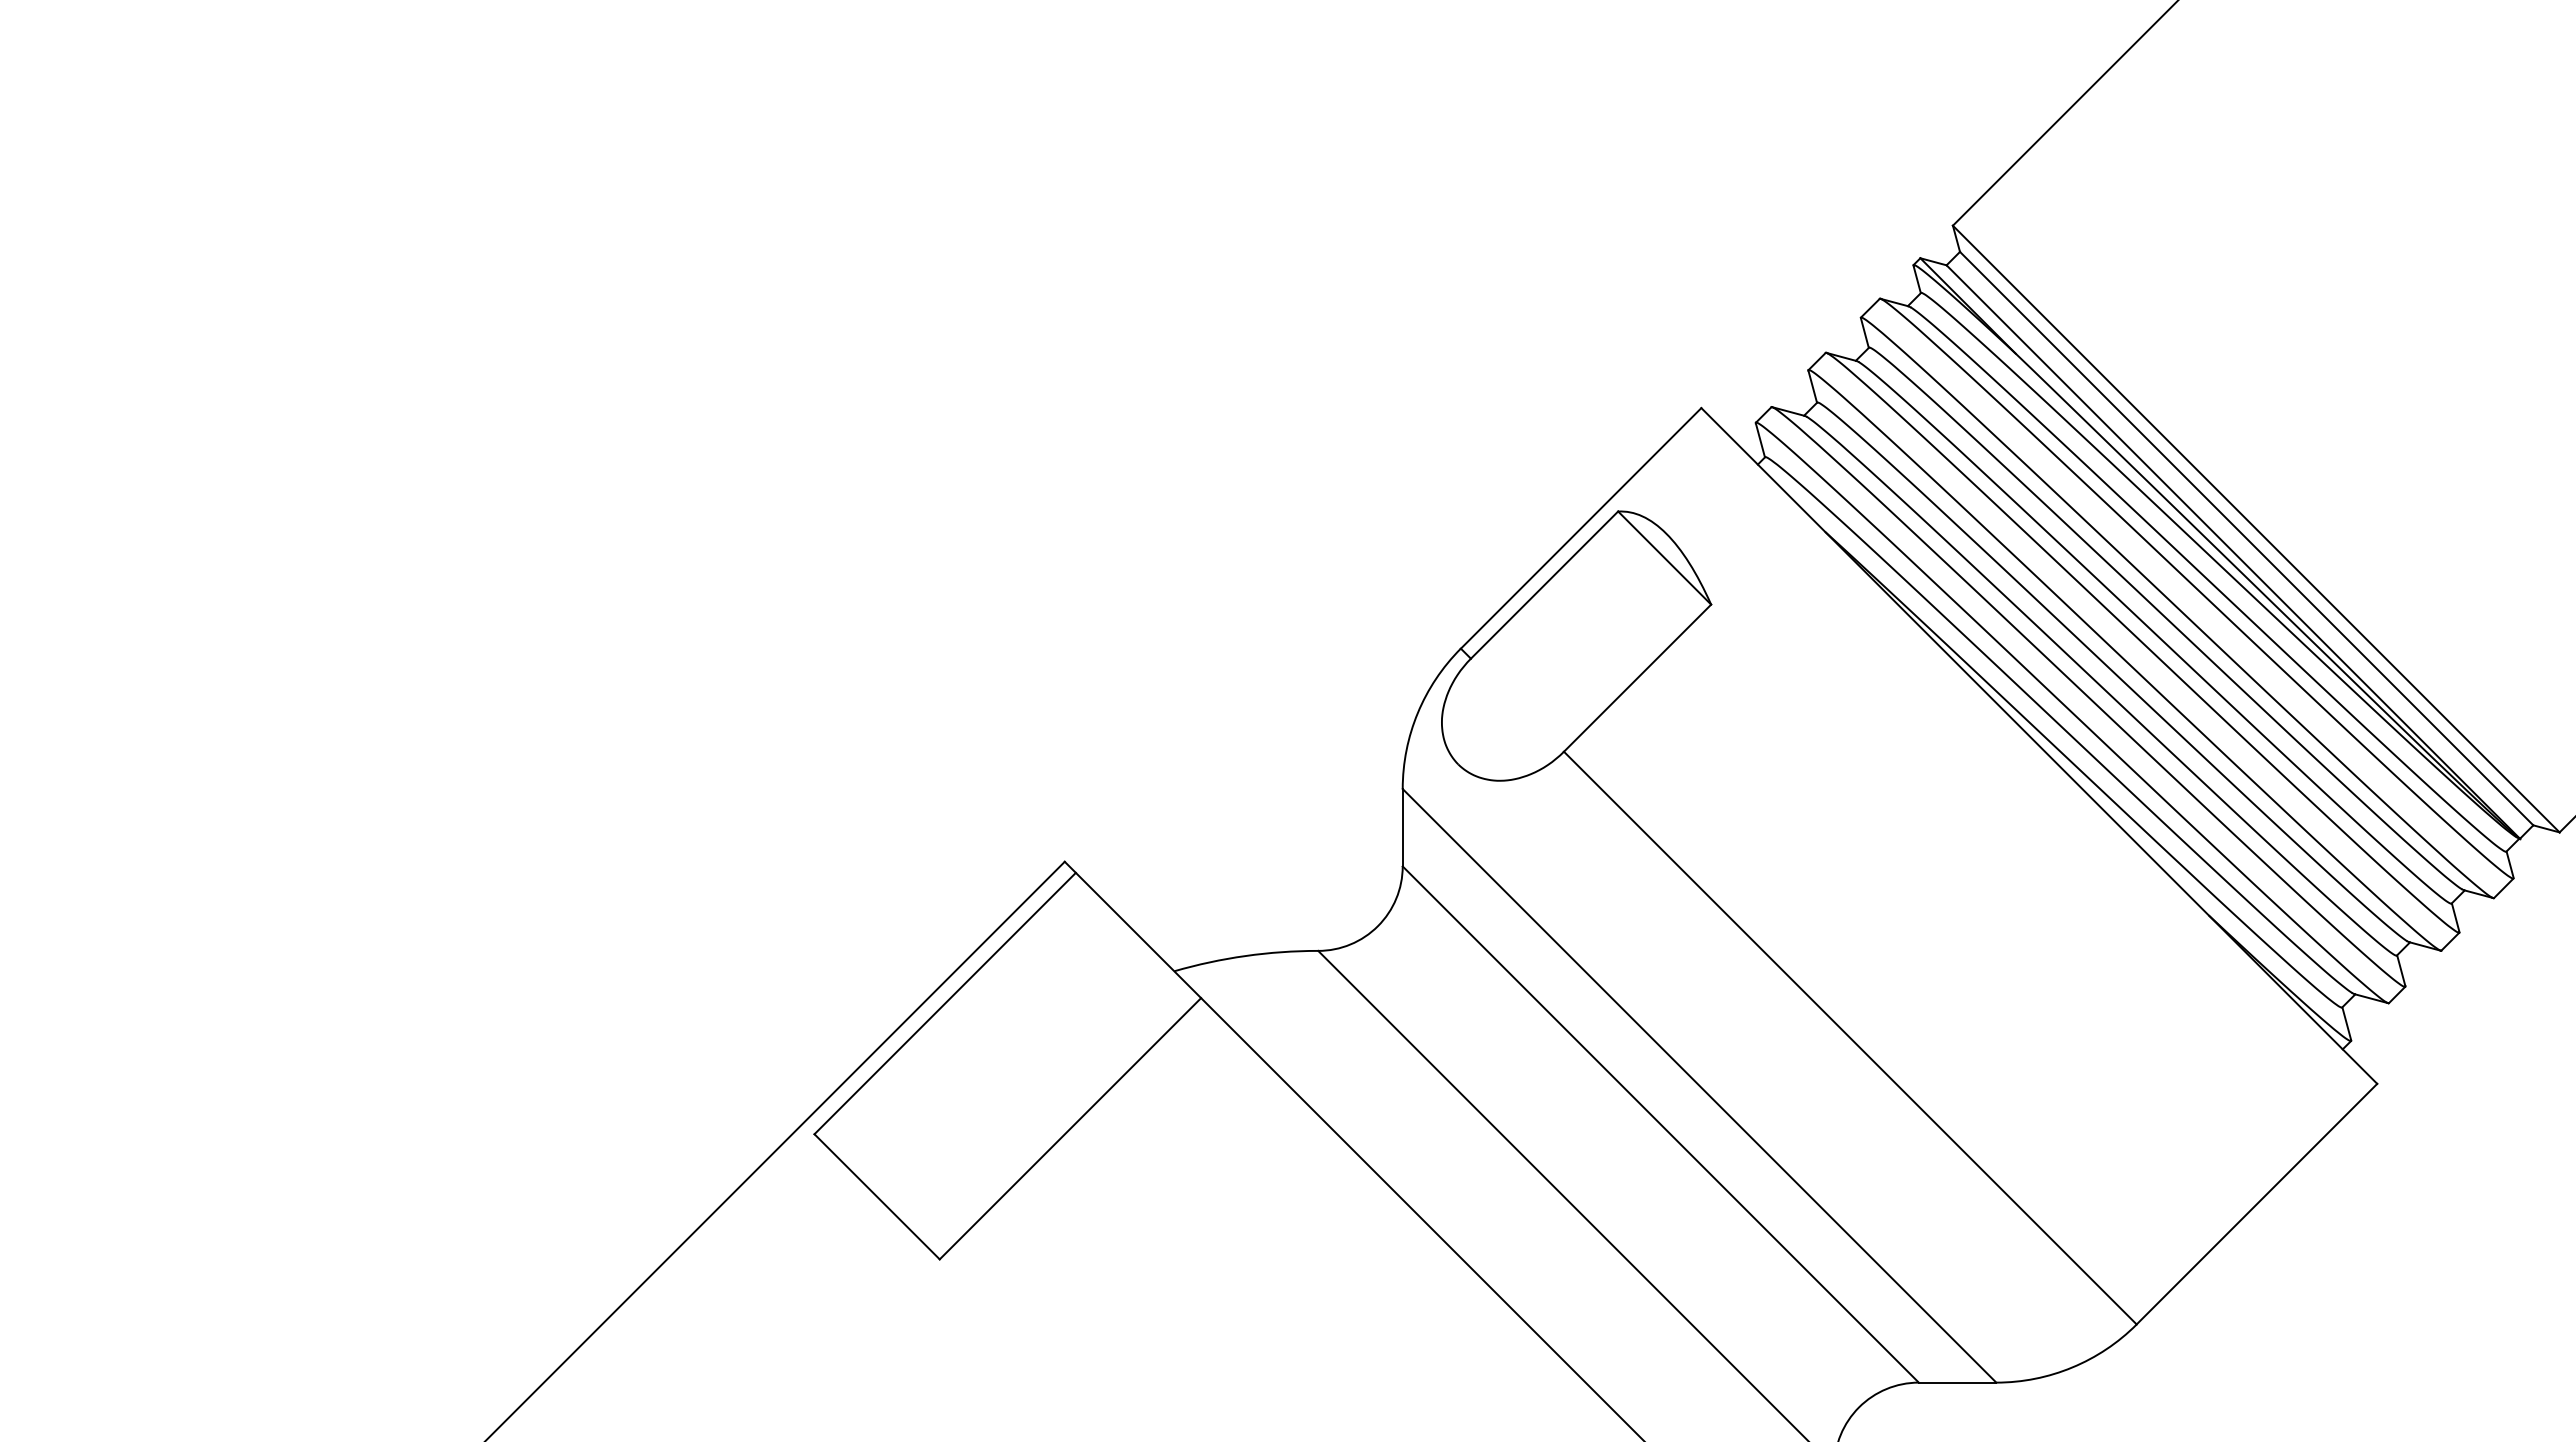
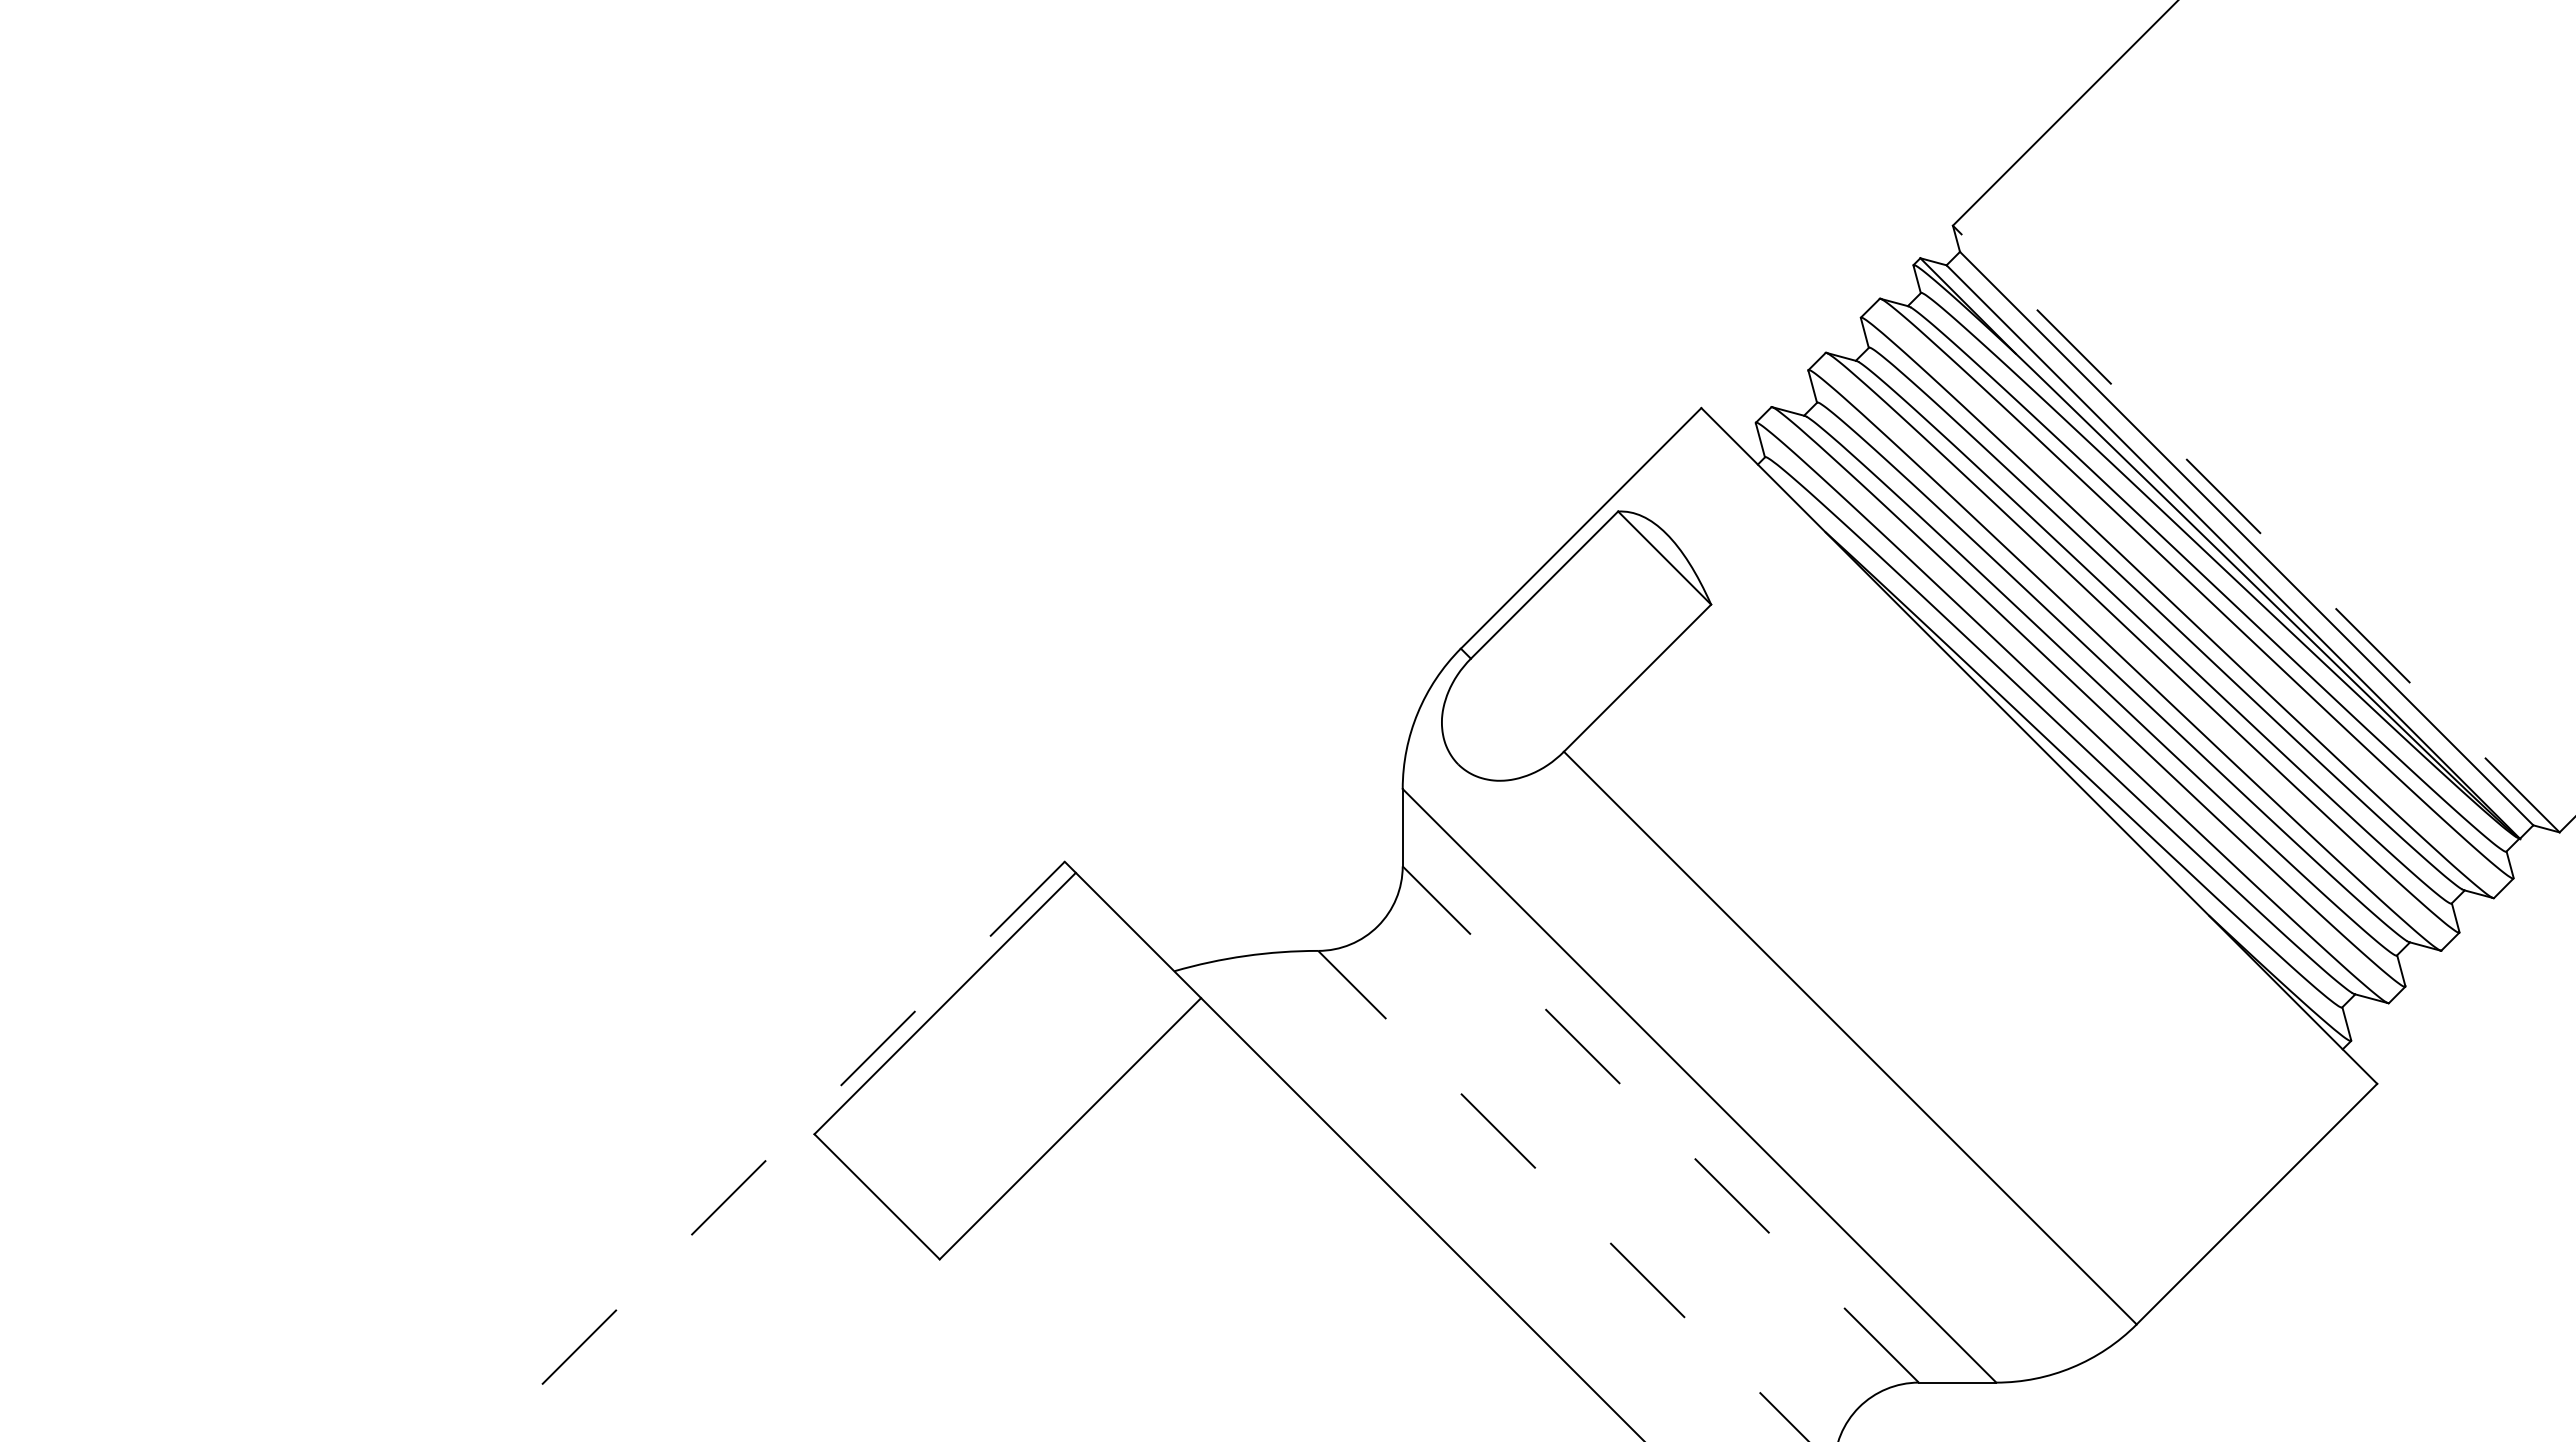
line at (2255, 528): solid -> dashed
line at (1660, 1124): solid -> dashed
line at (774, 1151): solid -> dashed
line at (1563, 1196): solid -> dashed
